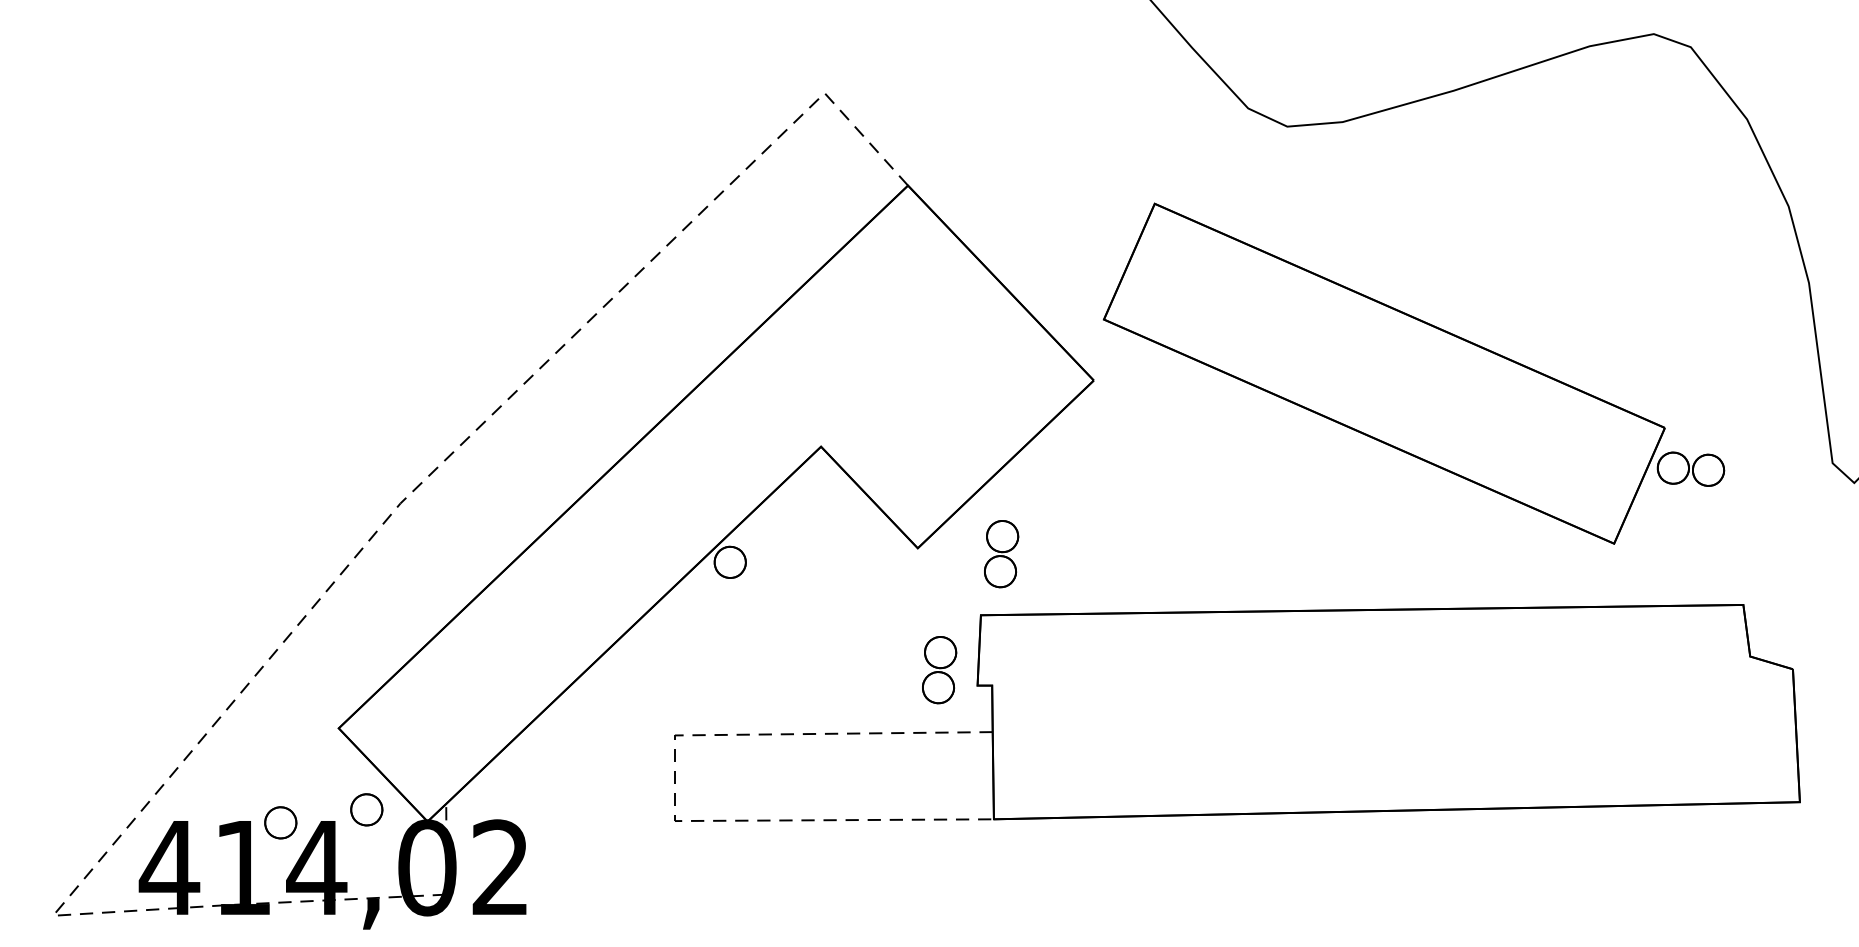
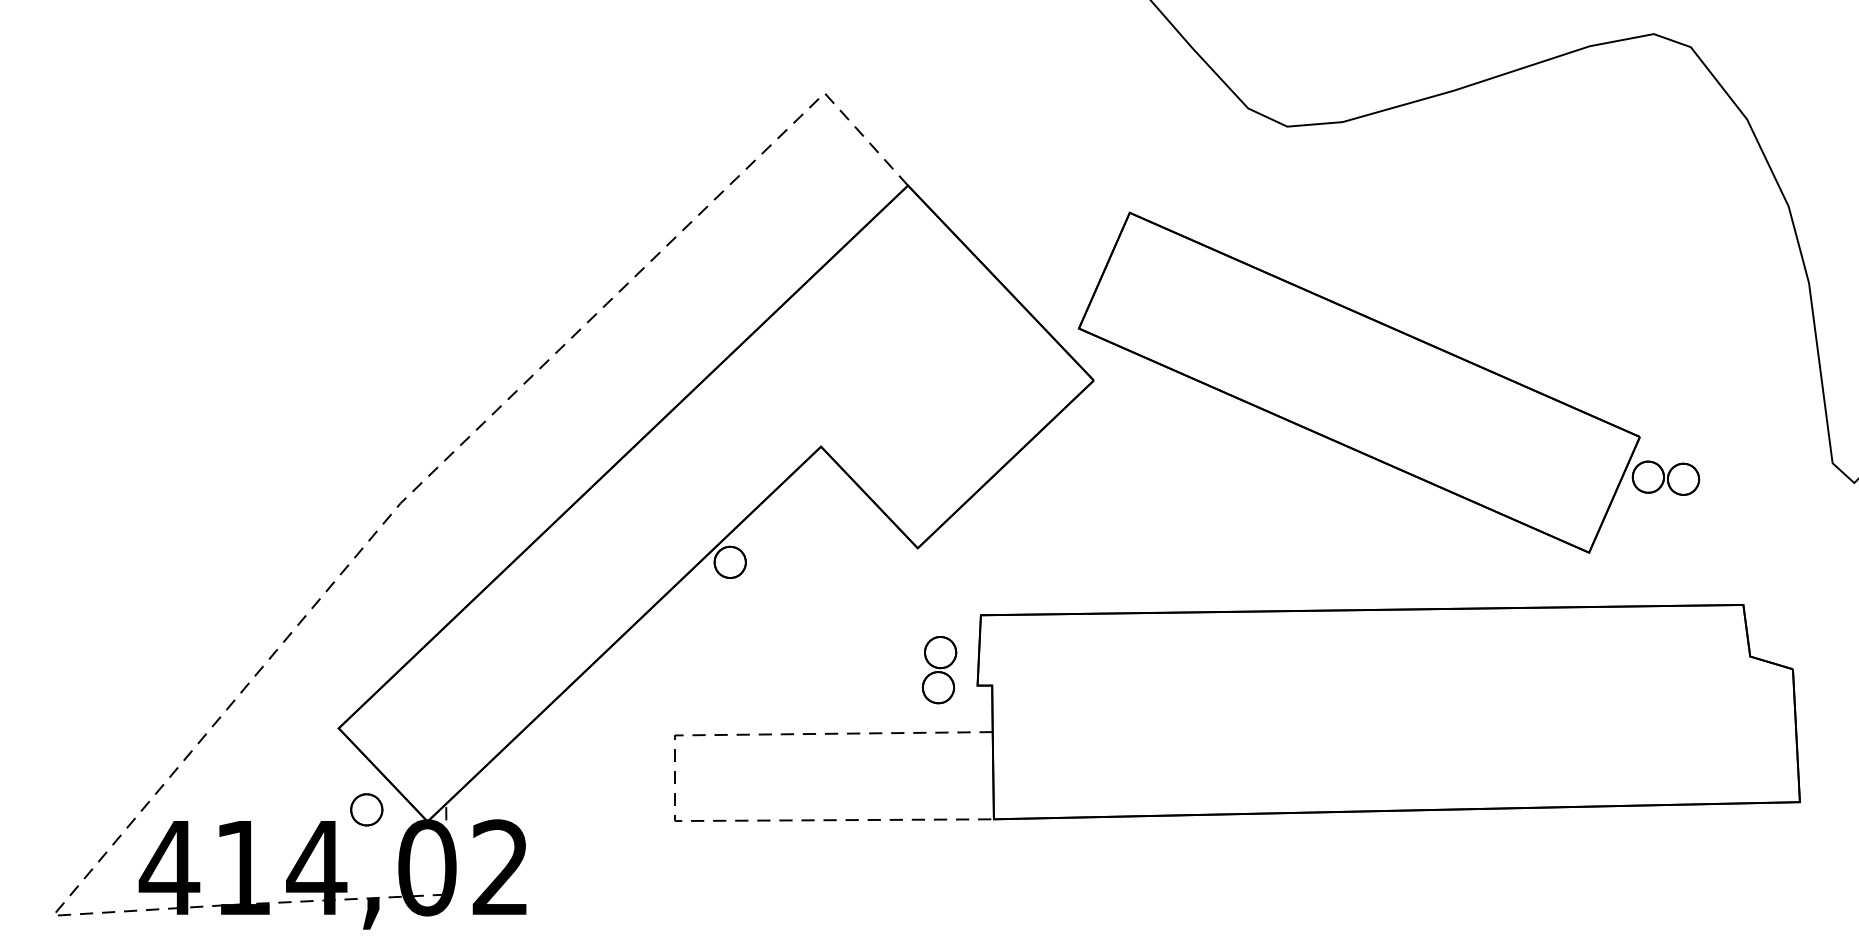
part at (1413, 373) position: (1413, 373) -> (1388, 382)
part at (1001, 554): present -> none
part at (280, 822): present -> none
